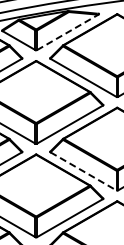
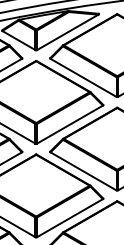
line at (68, 32): dashed -> solid
line at (83, 171): dashed -> solid
